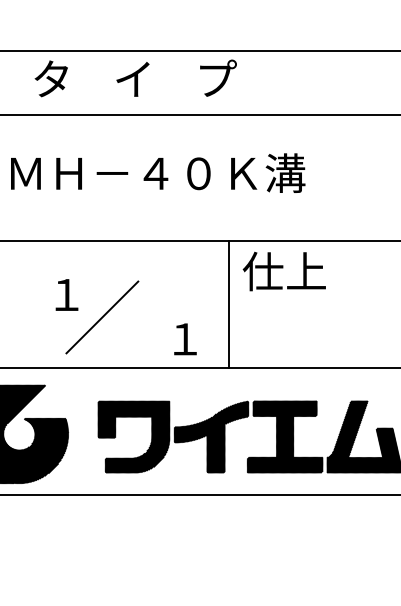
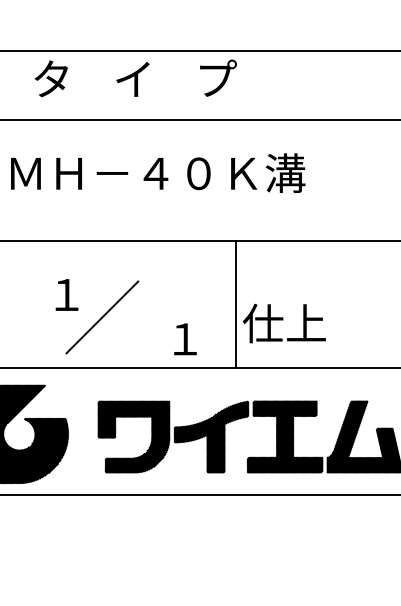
line at (199, 114) position: (199, 114) -> (199, 119)
text at (283, 271) position: (283, 271) -> (283, 323)
line at (229, 304) position: (229, 304) -> (236, 304)
